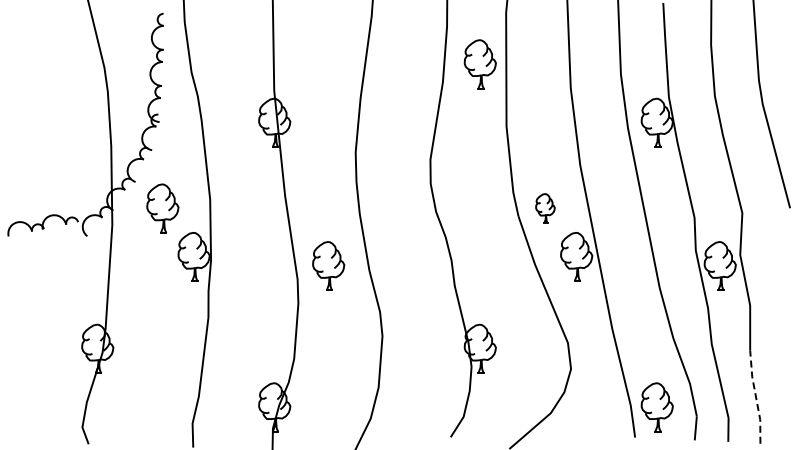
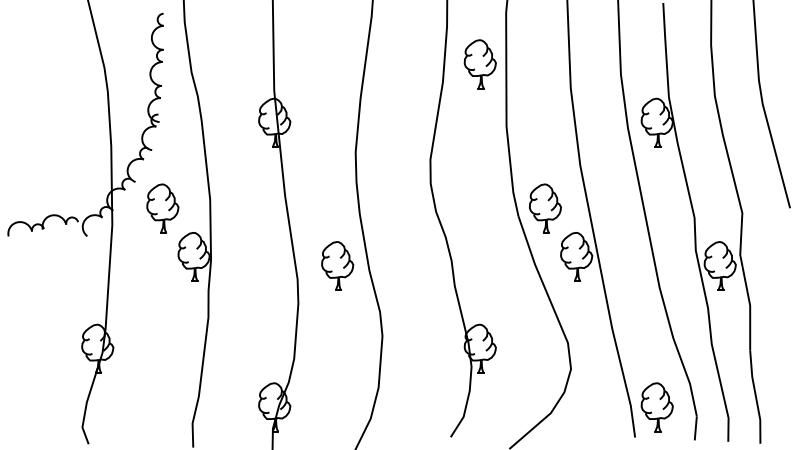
part at (545, 208) size: 21x31 px -> 33x51 px
part at (328, 265) position: (328, 265) -> (337, 265)
line at (755, 396): dashed -> solid
